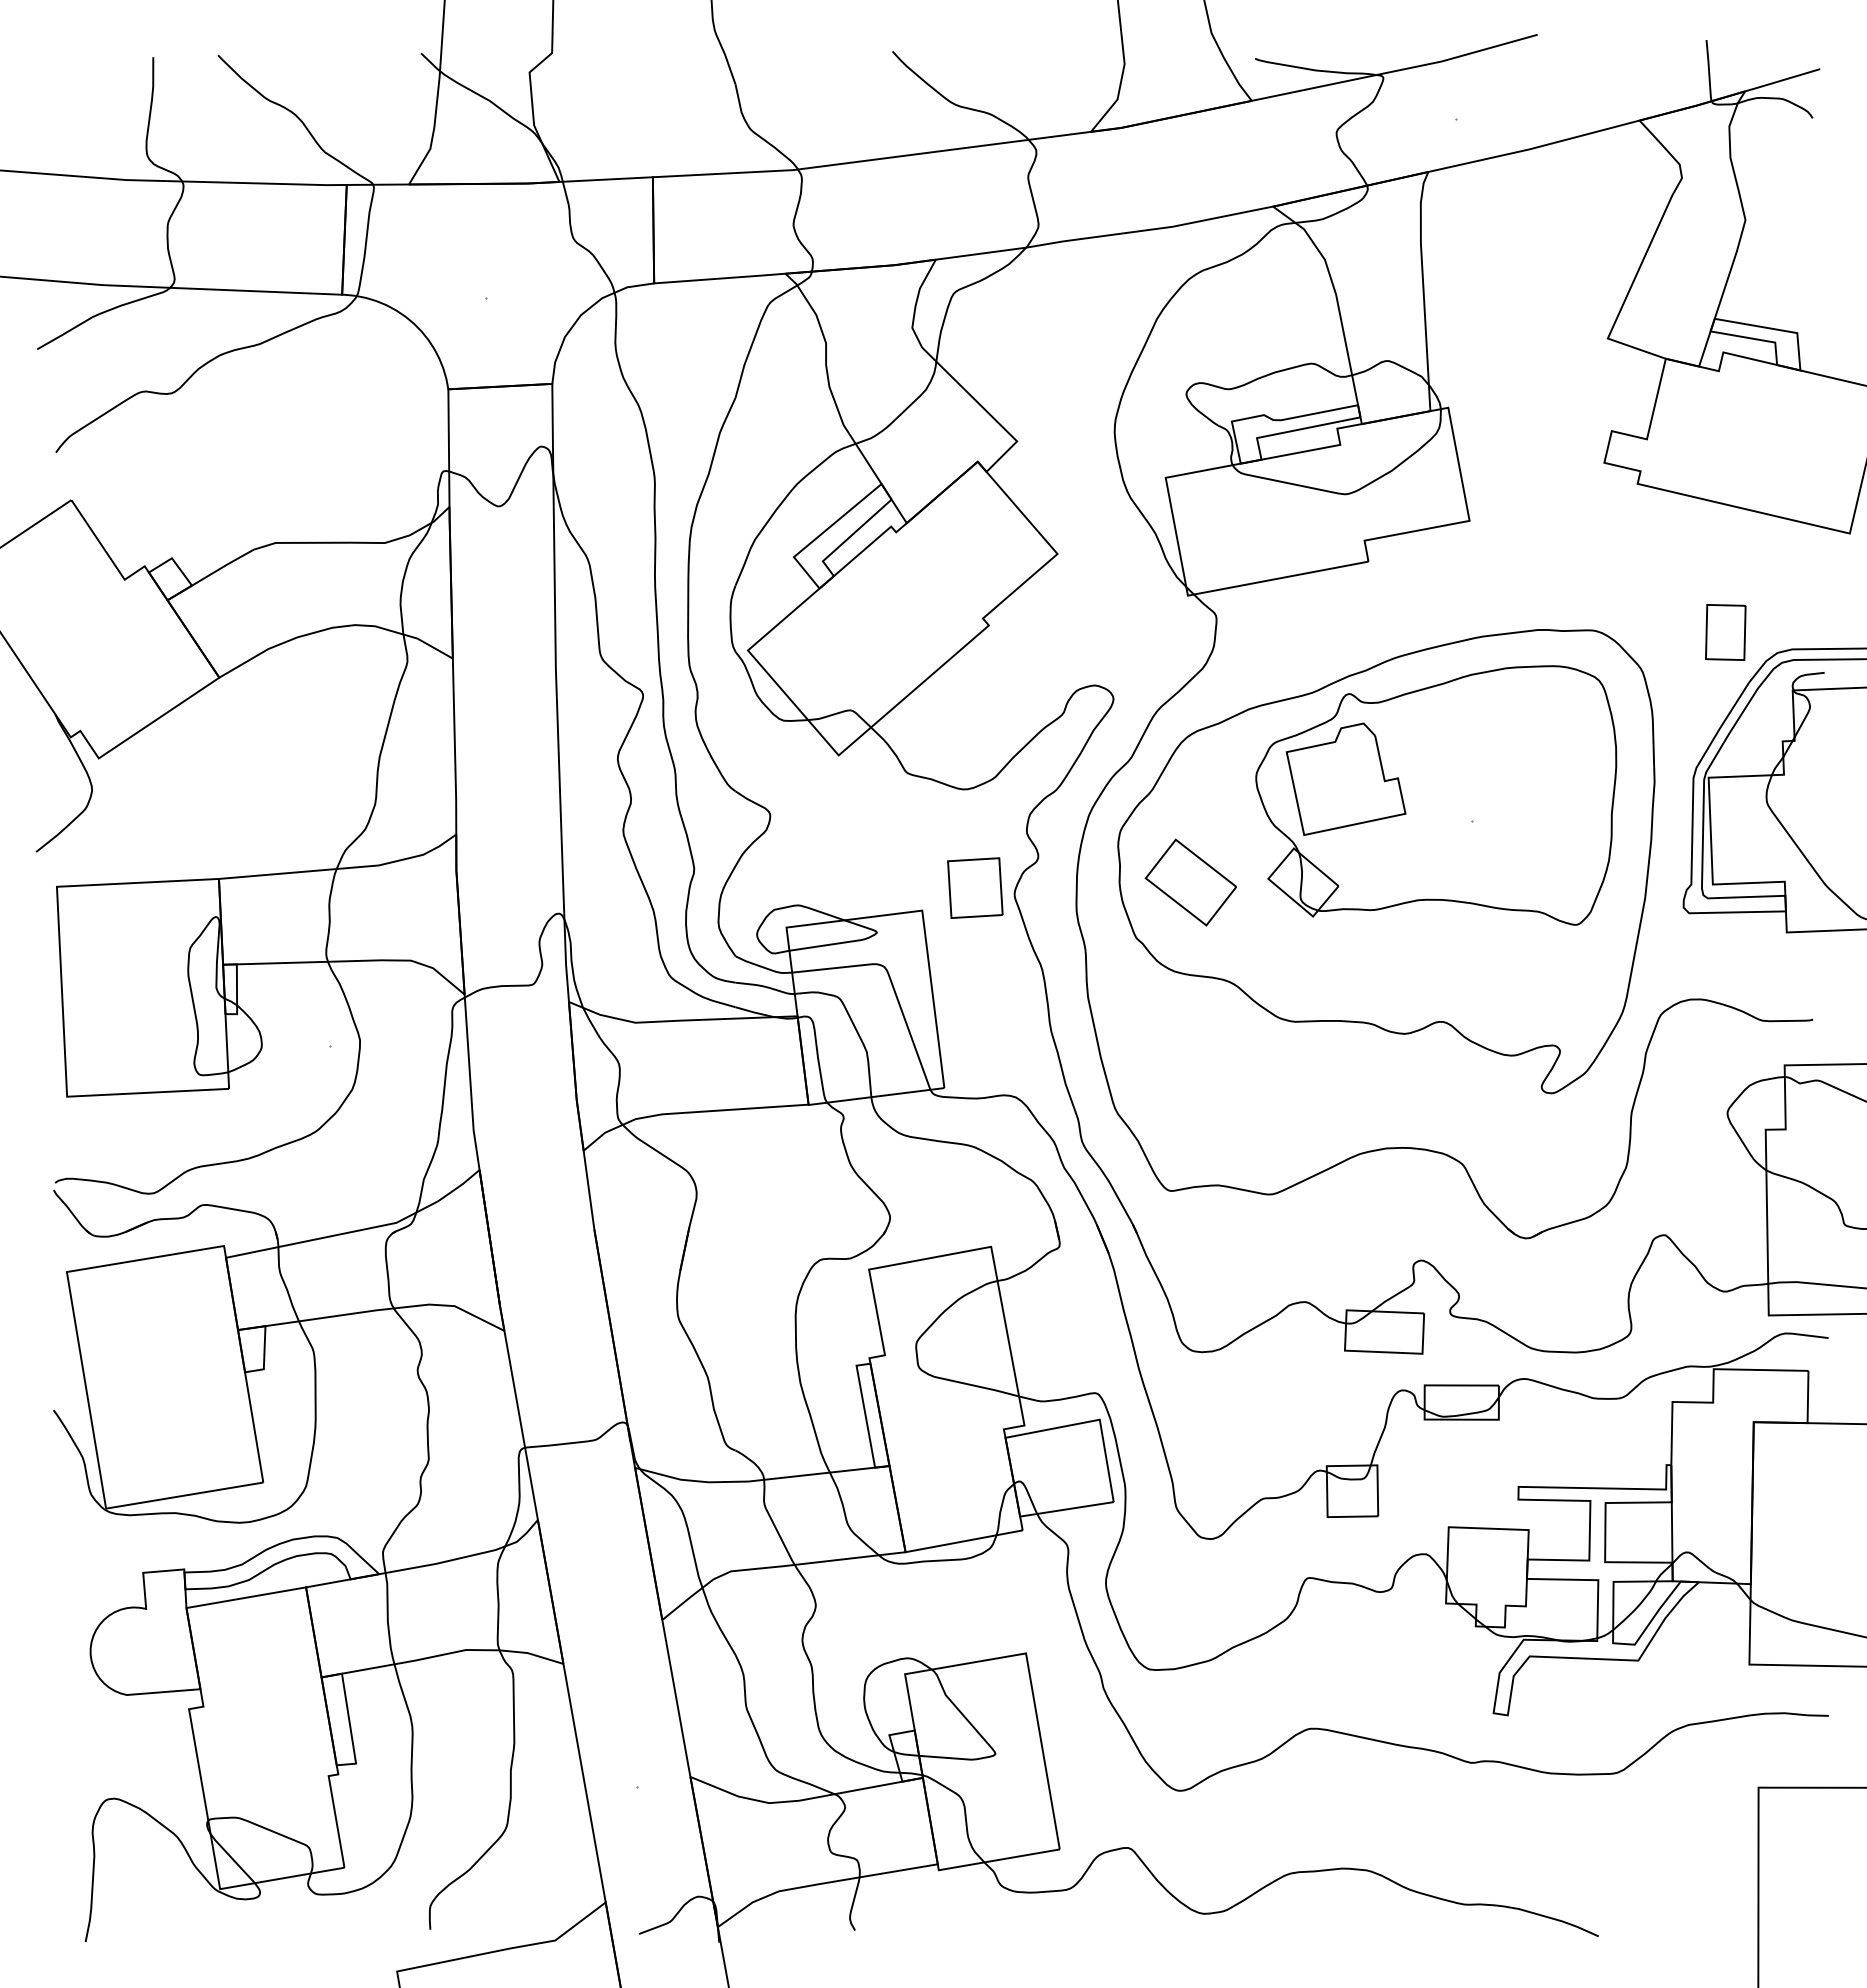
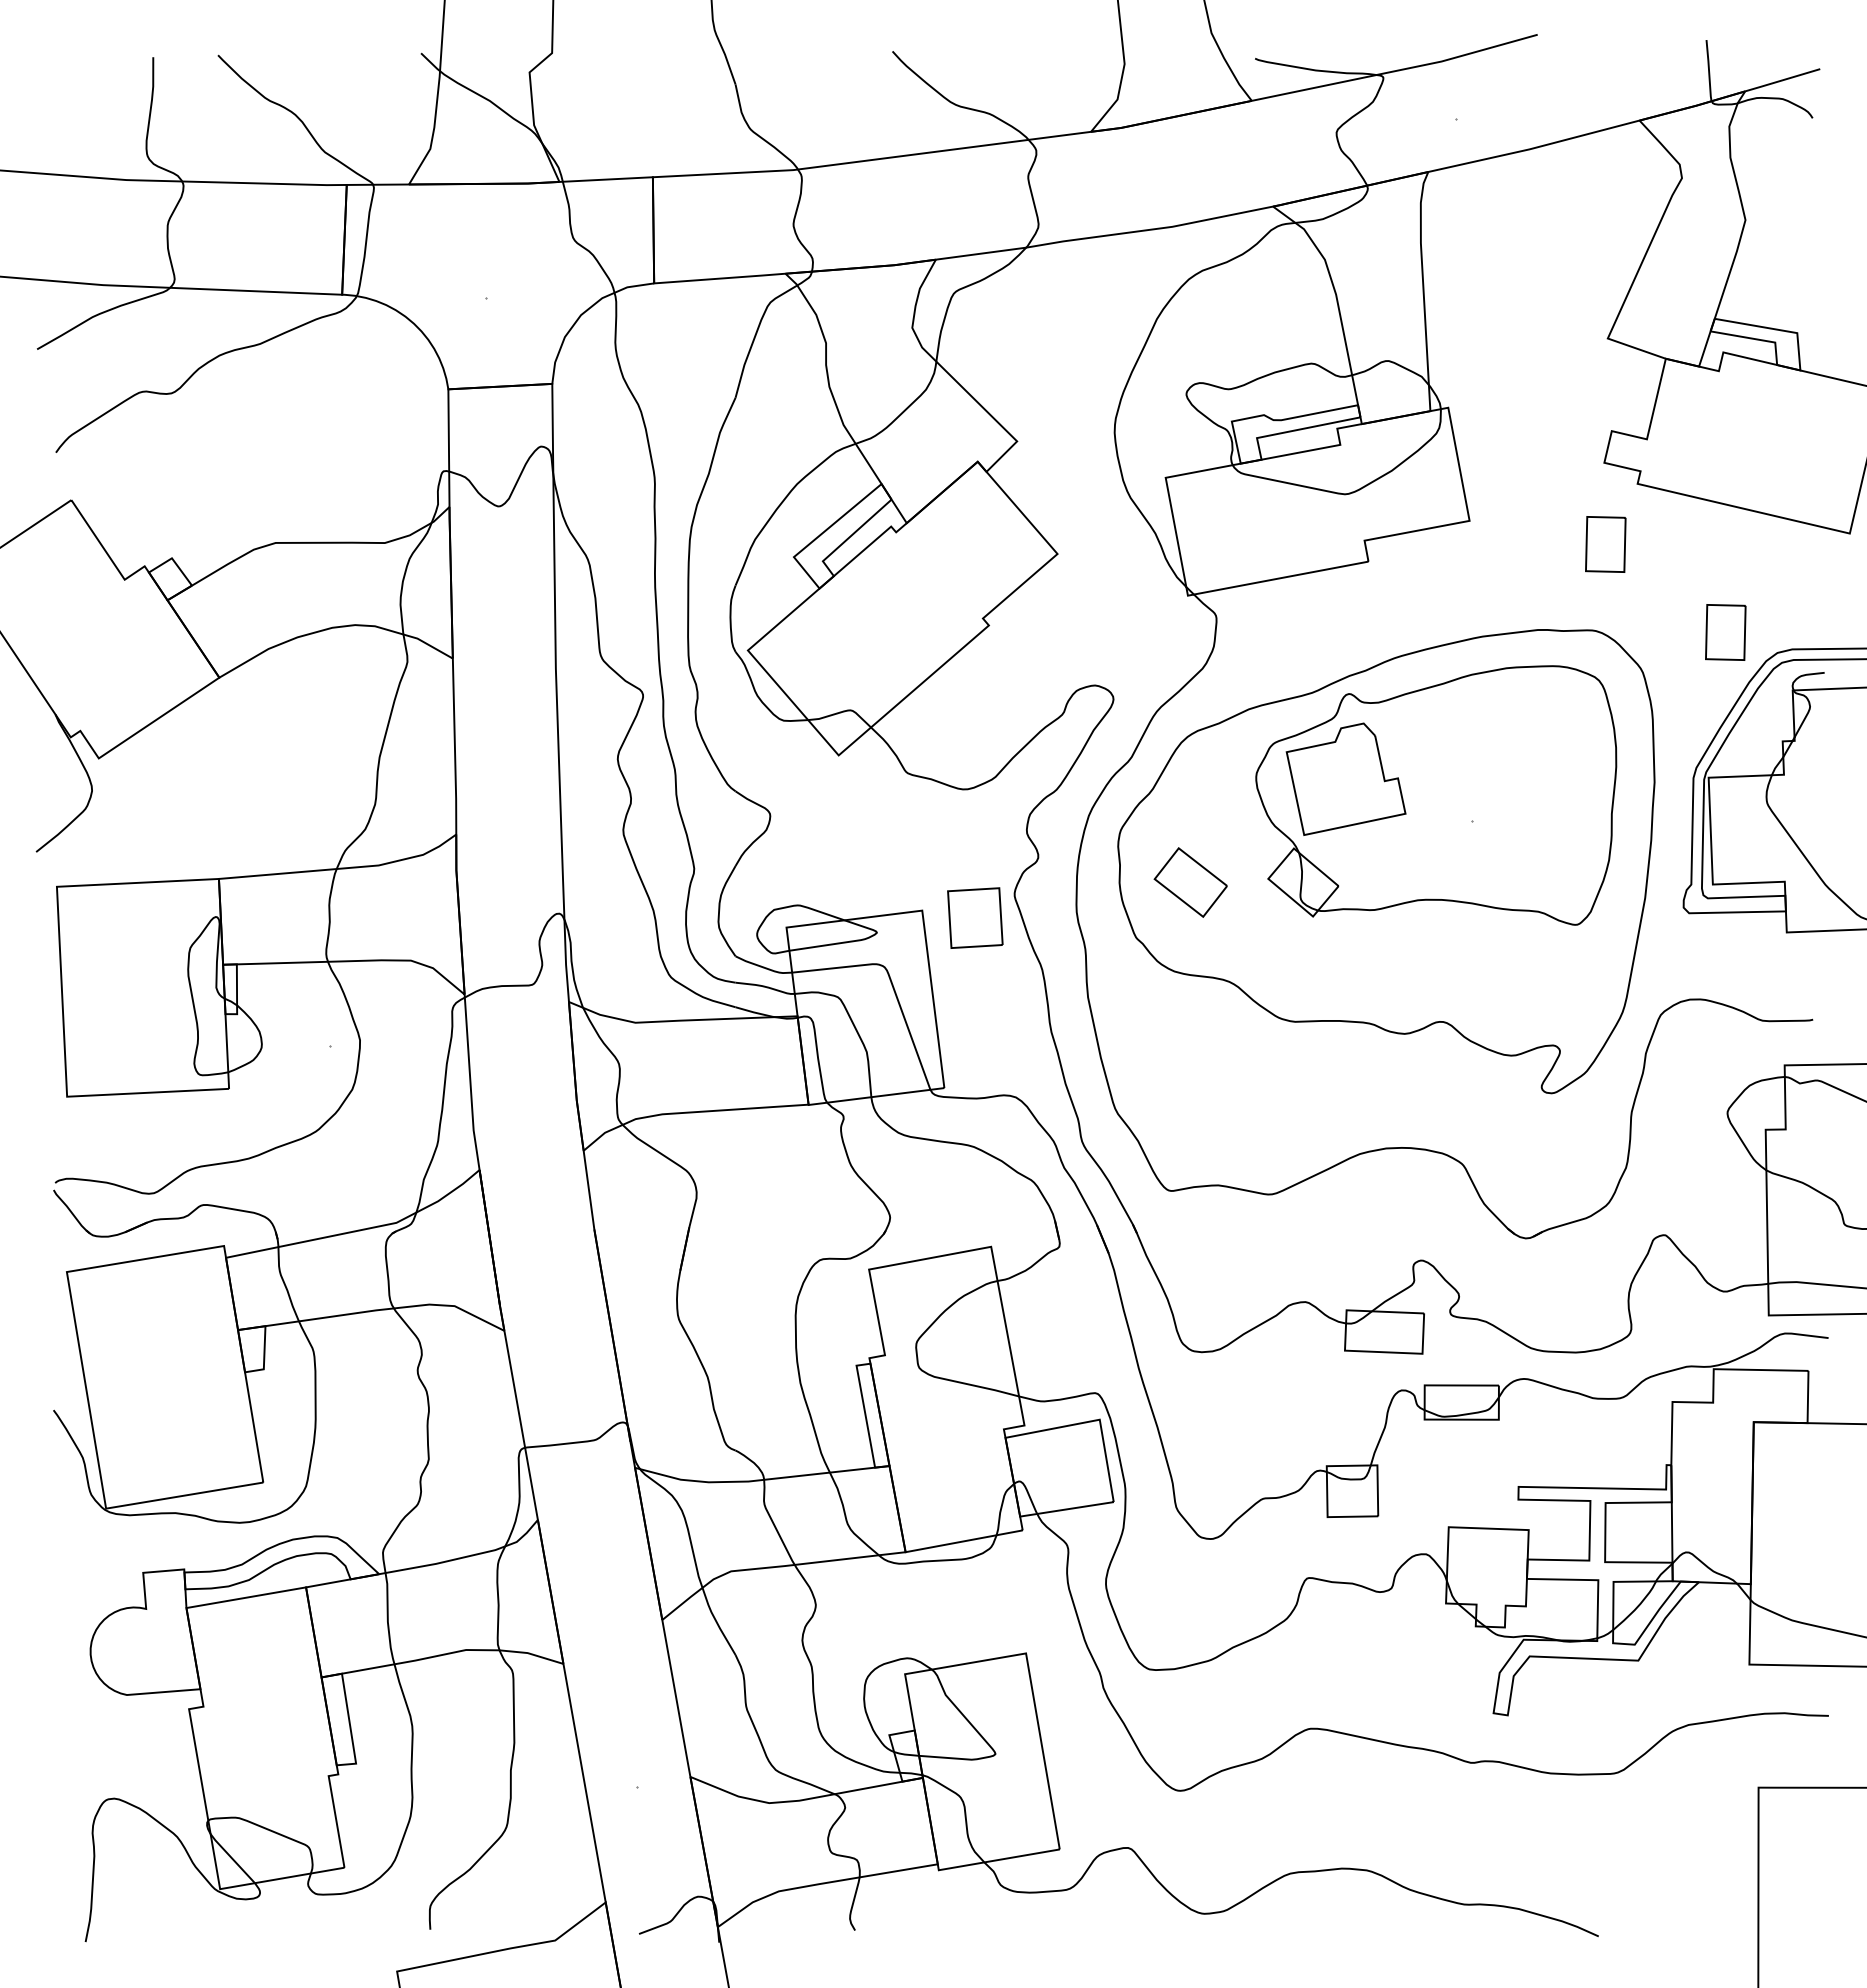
part at (1605, 544): none -> present
part at (1190, 882) size: 93x89 px -> 75x71 px
part at (975, 887) position: (975, 887) -> (975, 917)
